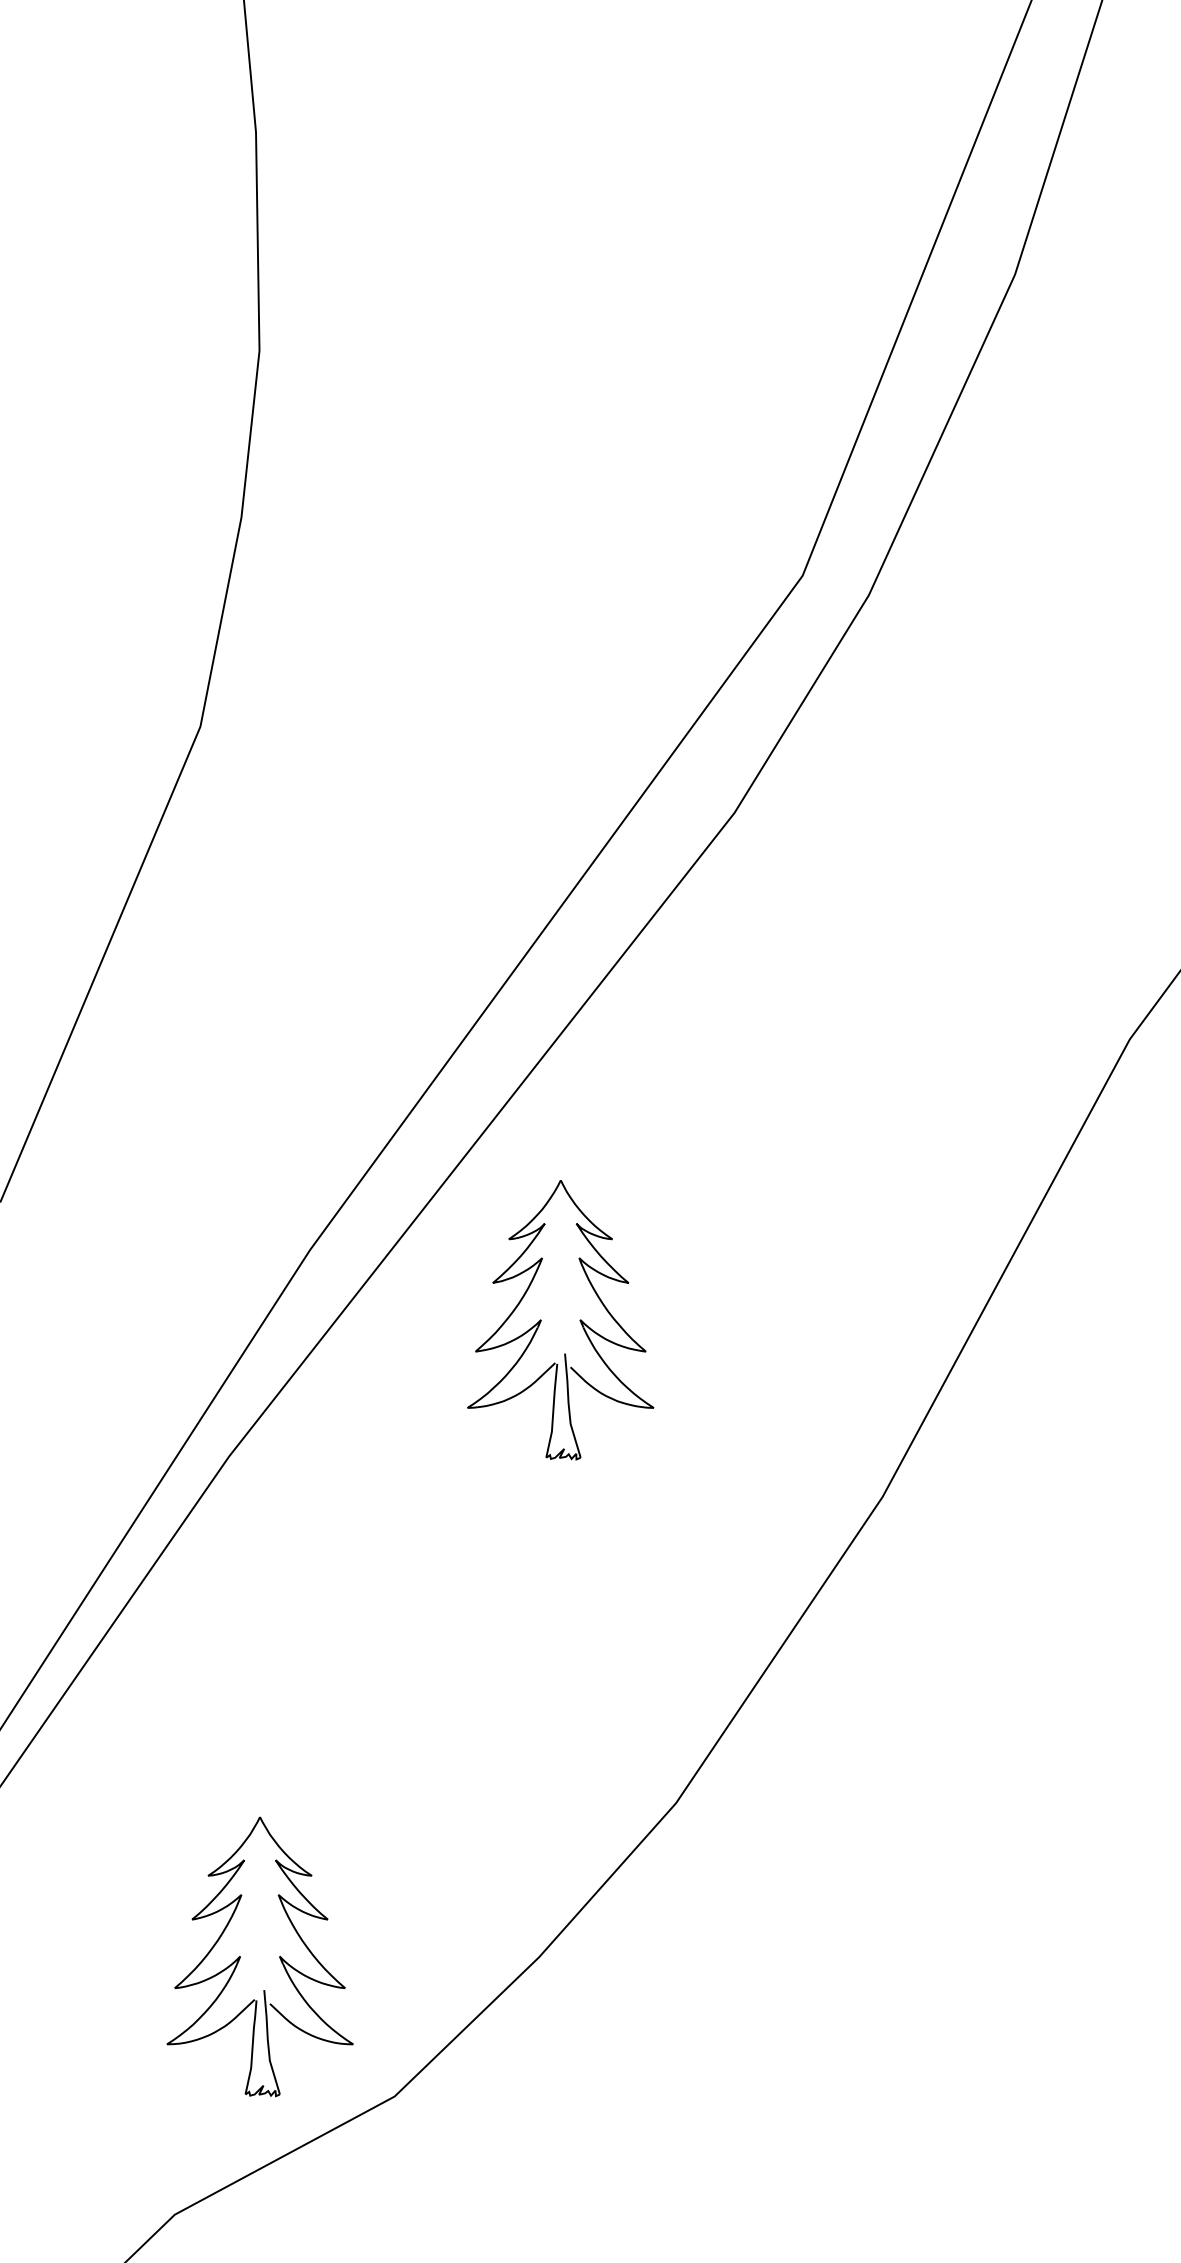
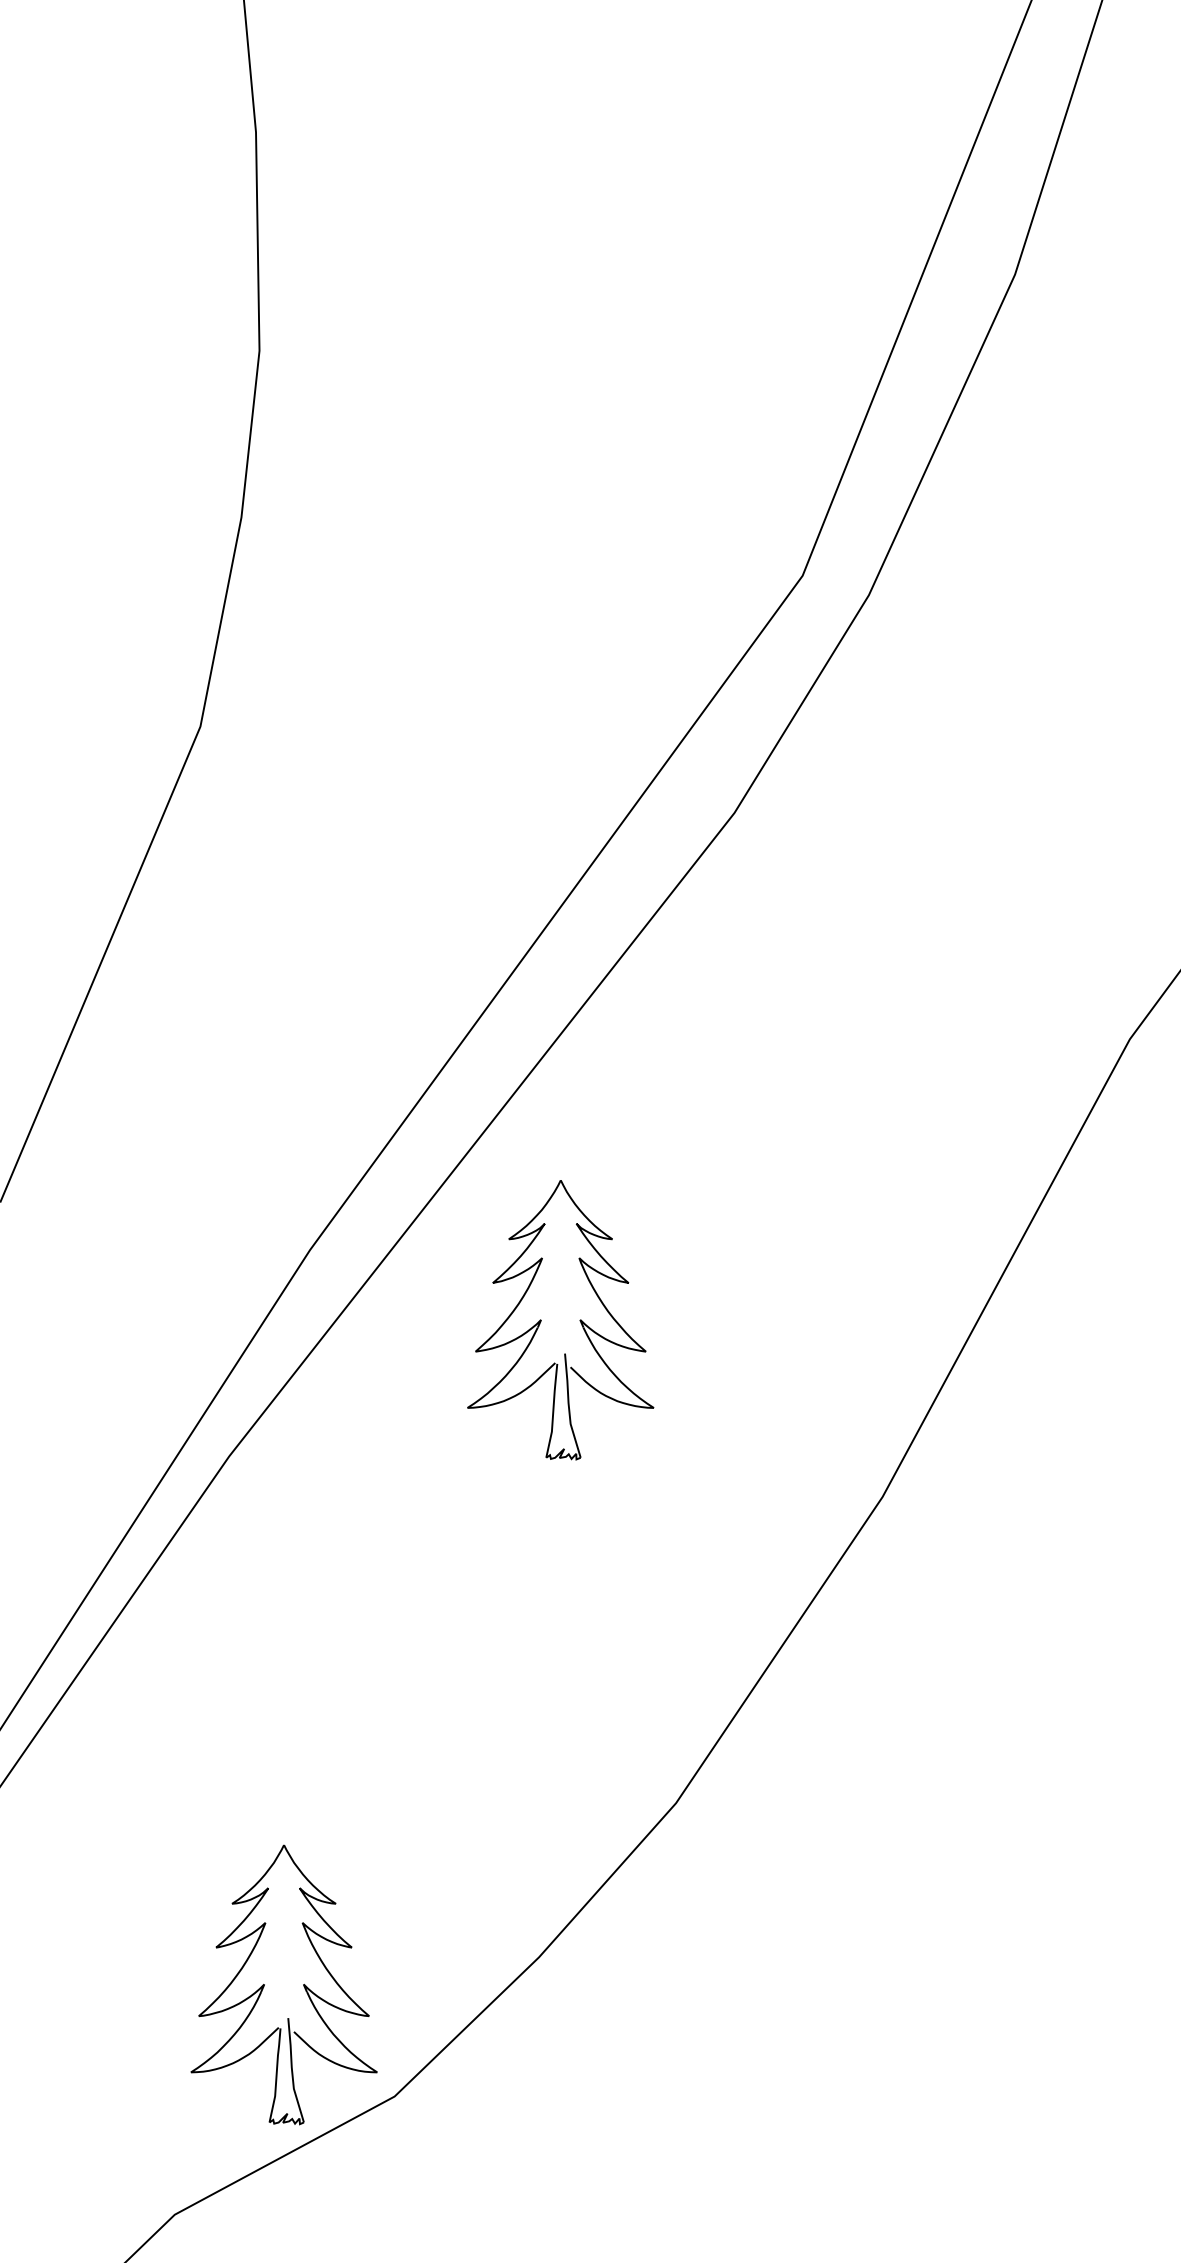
part at (240, 1956) position: (240, 1956) -> (264, 1984)
